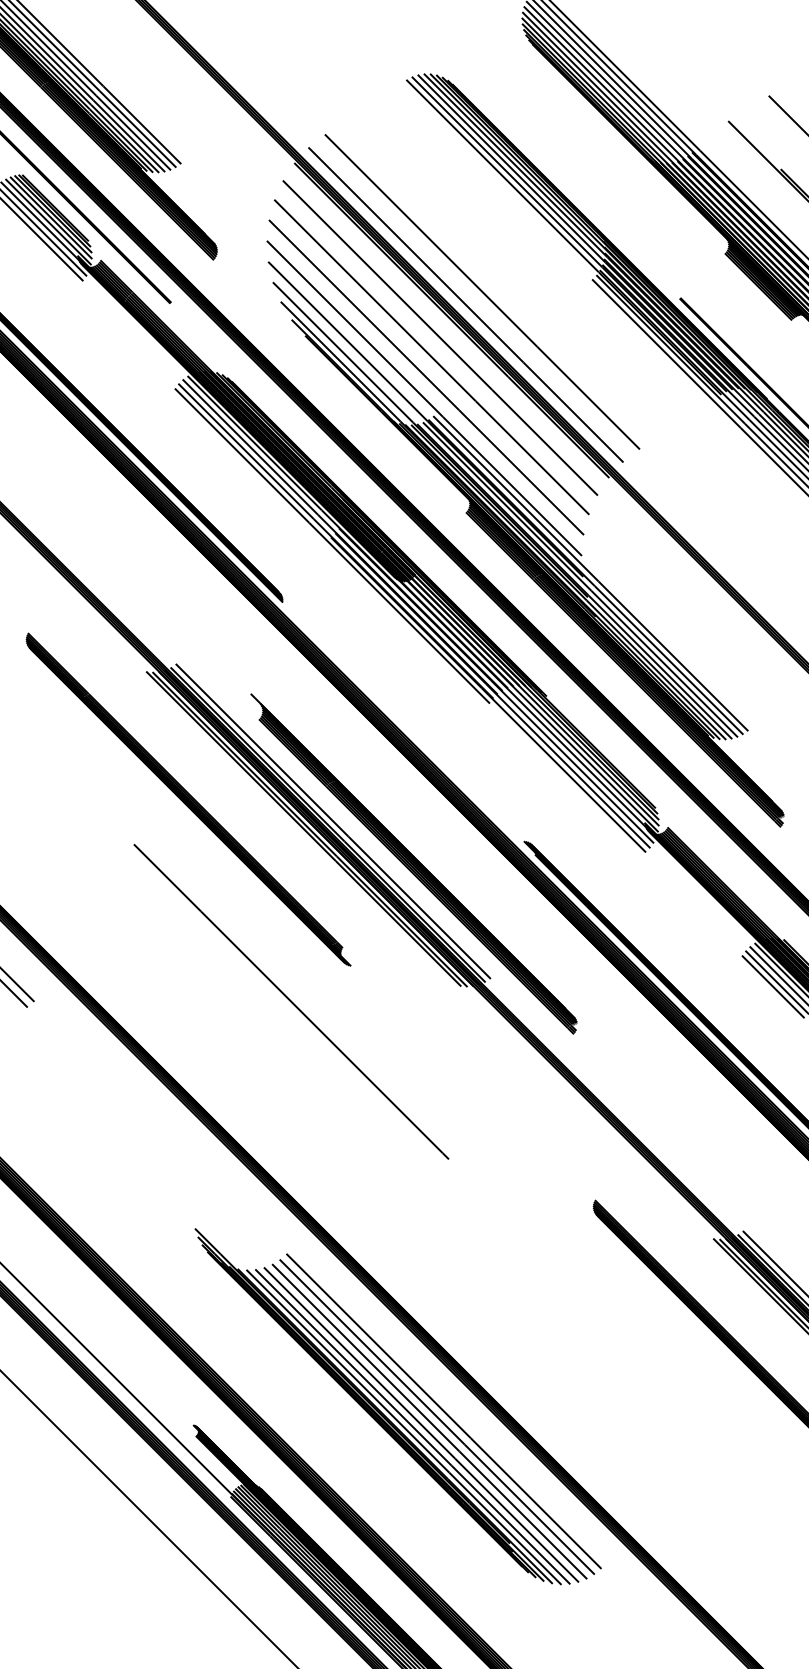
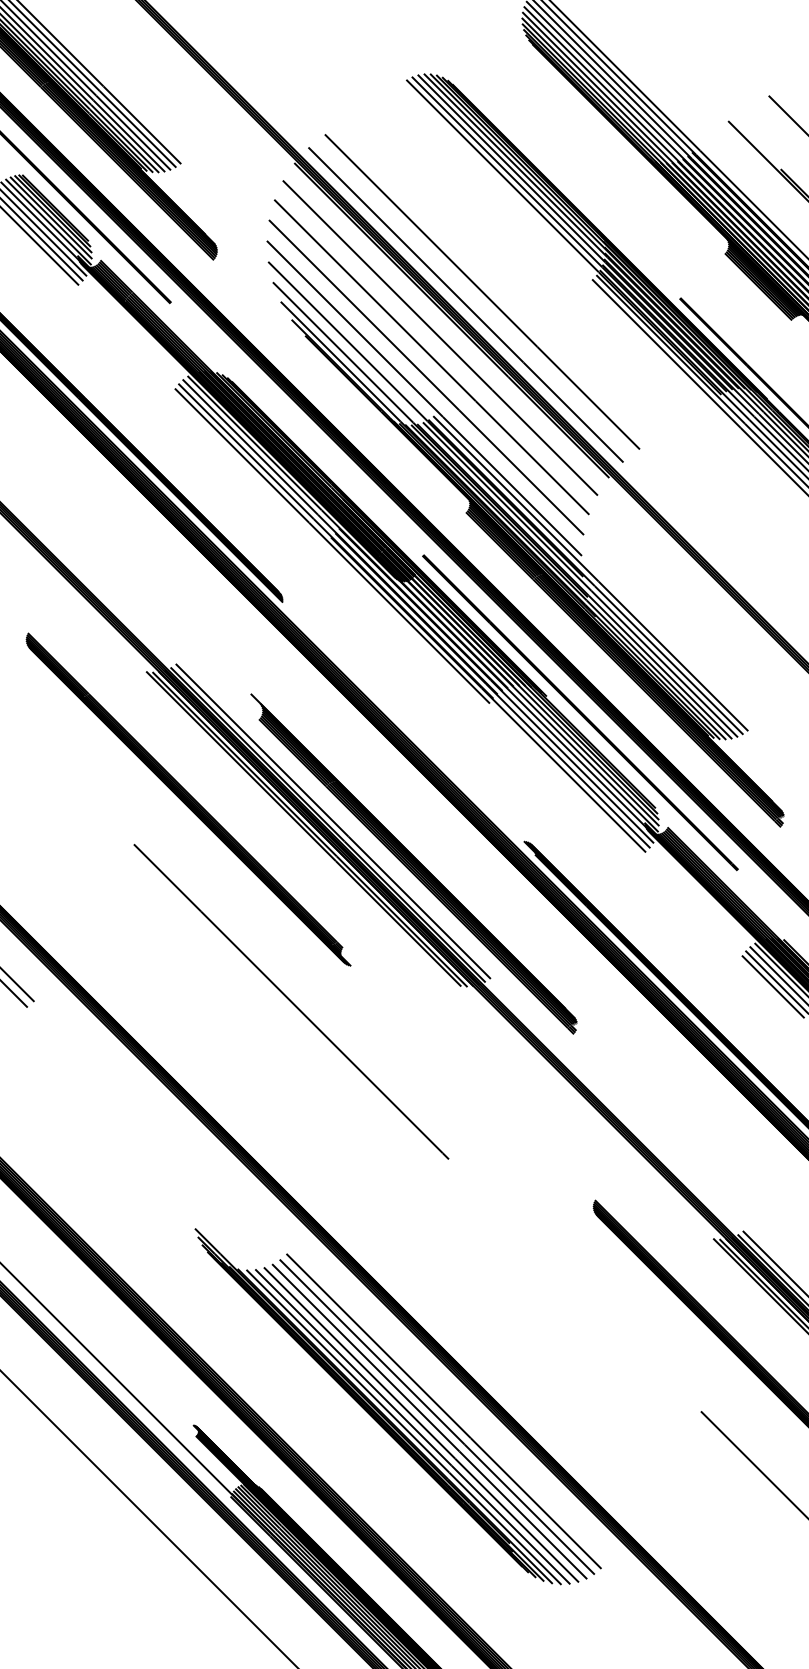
line at (40, 246): none -> present
line at (580, 712): none -> present
line at (752, 1463): none -> present
